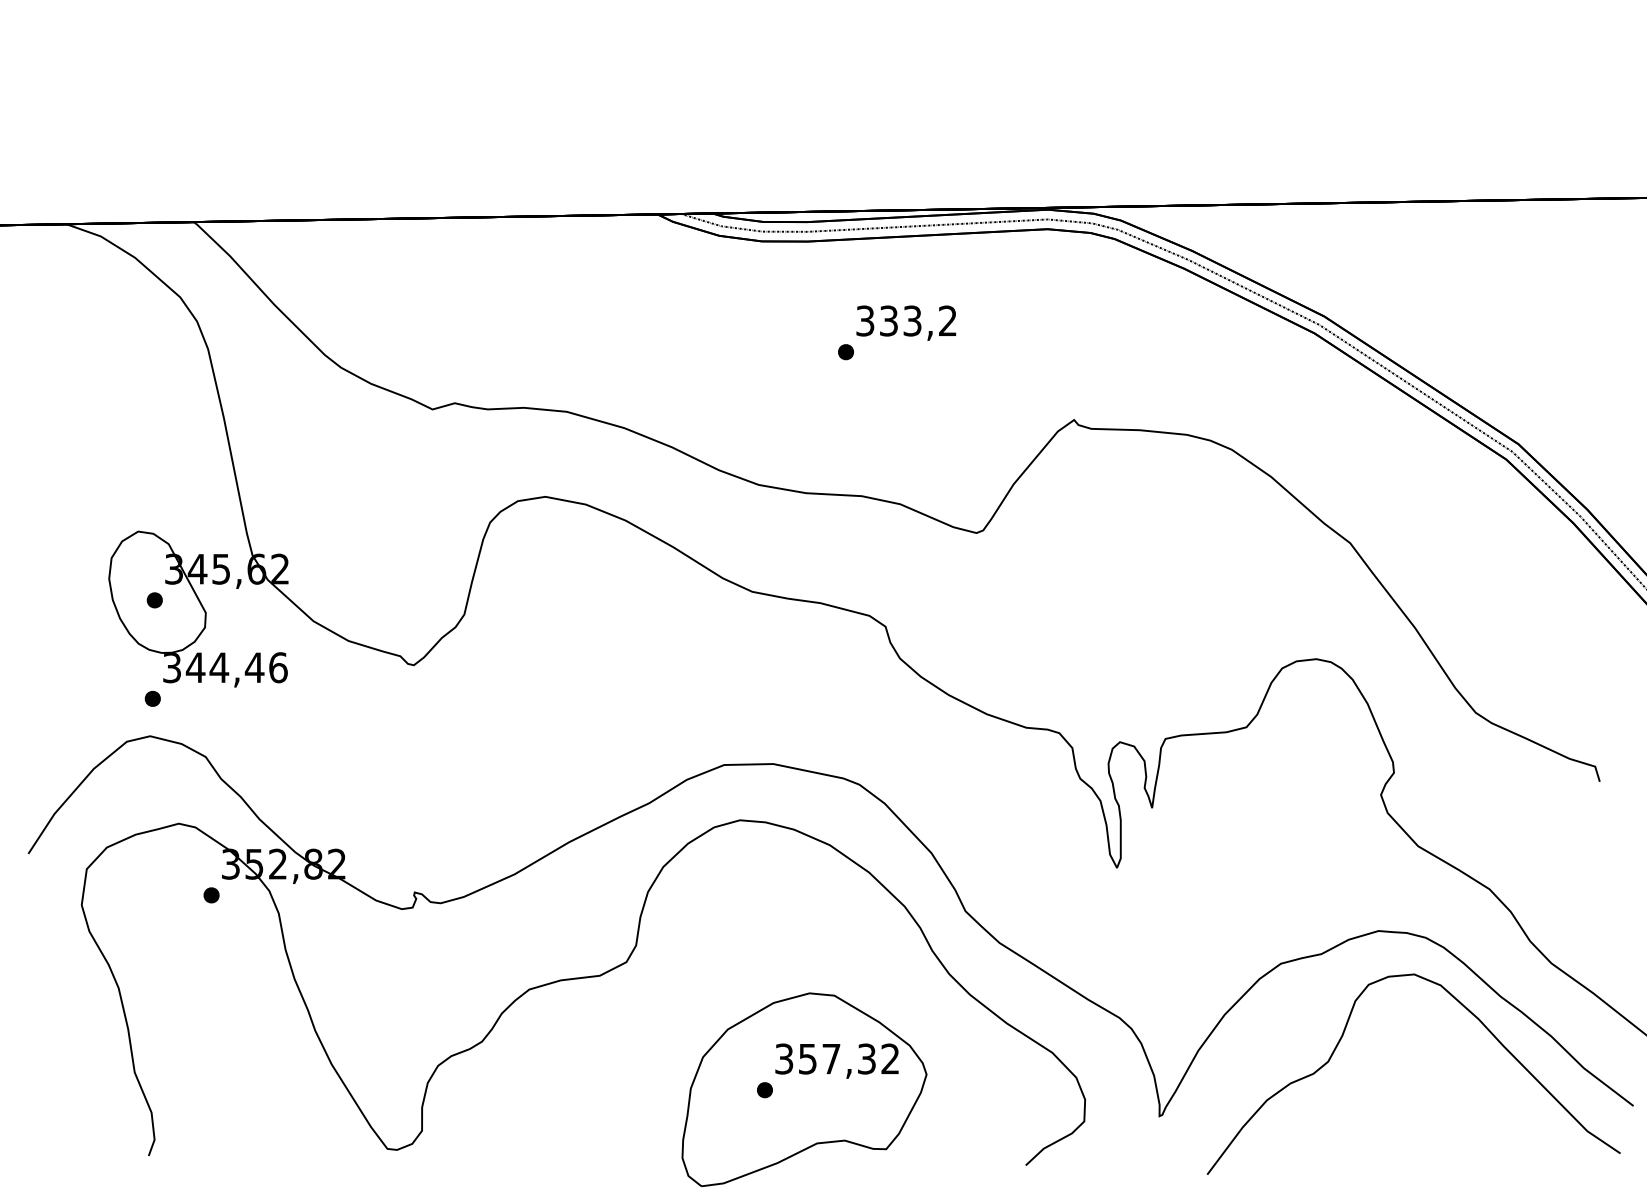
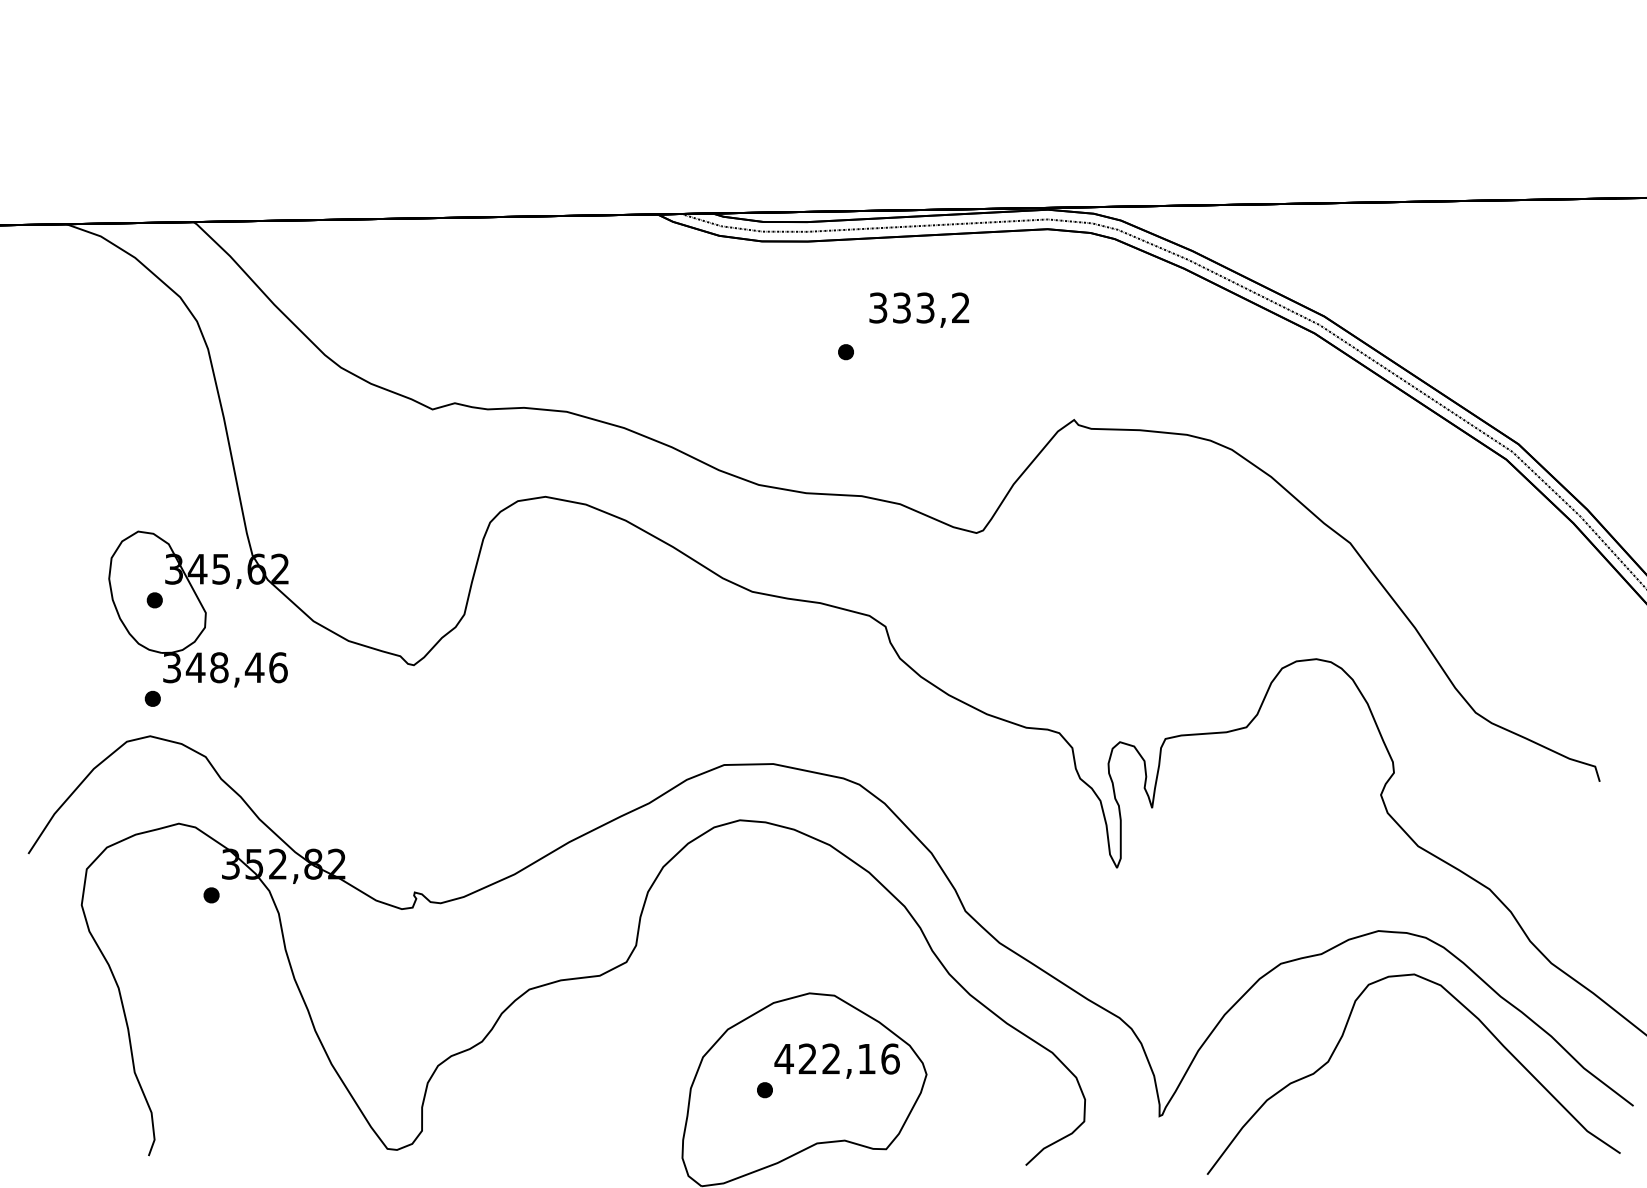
text at (906, 322) position: (906, 322) -> (919, 309)
text at (219, 667): 344,46 -> 348,46
text at (836, 1058): 357,32 -> 422,16
